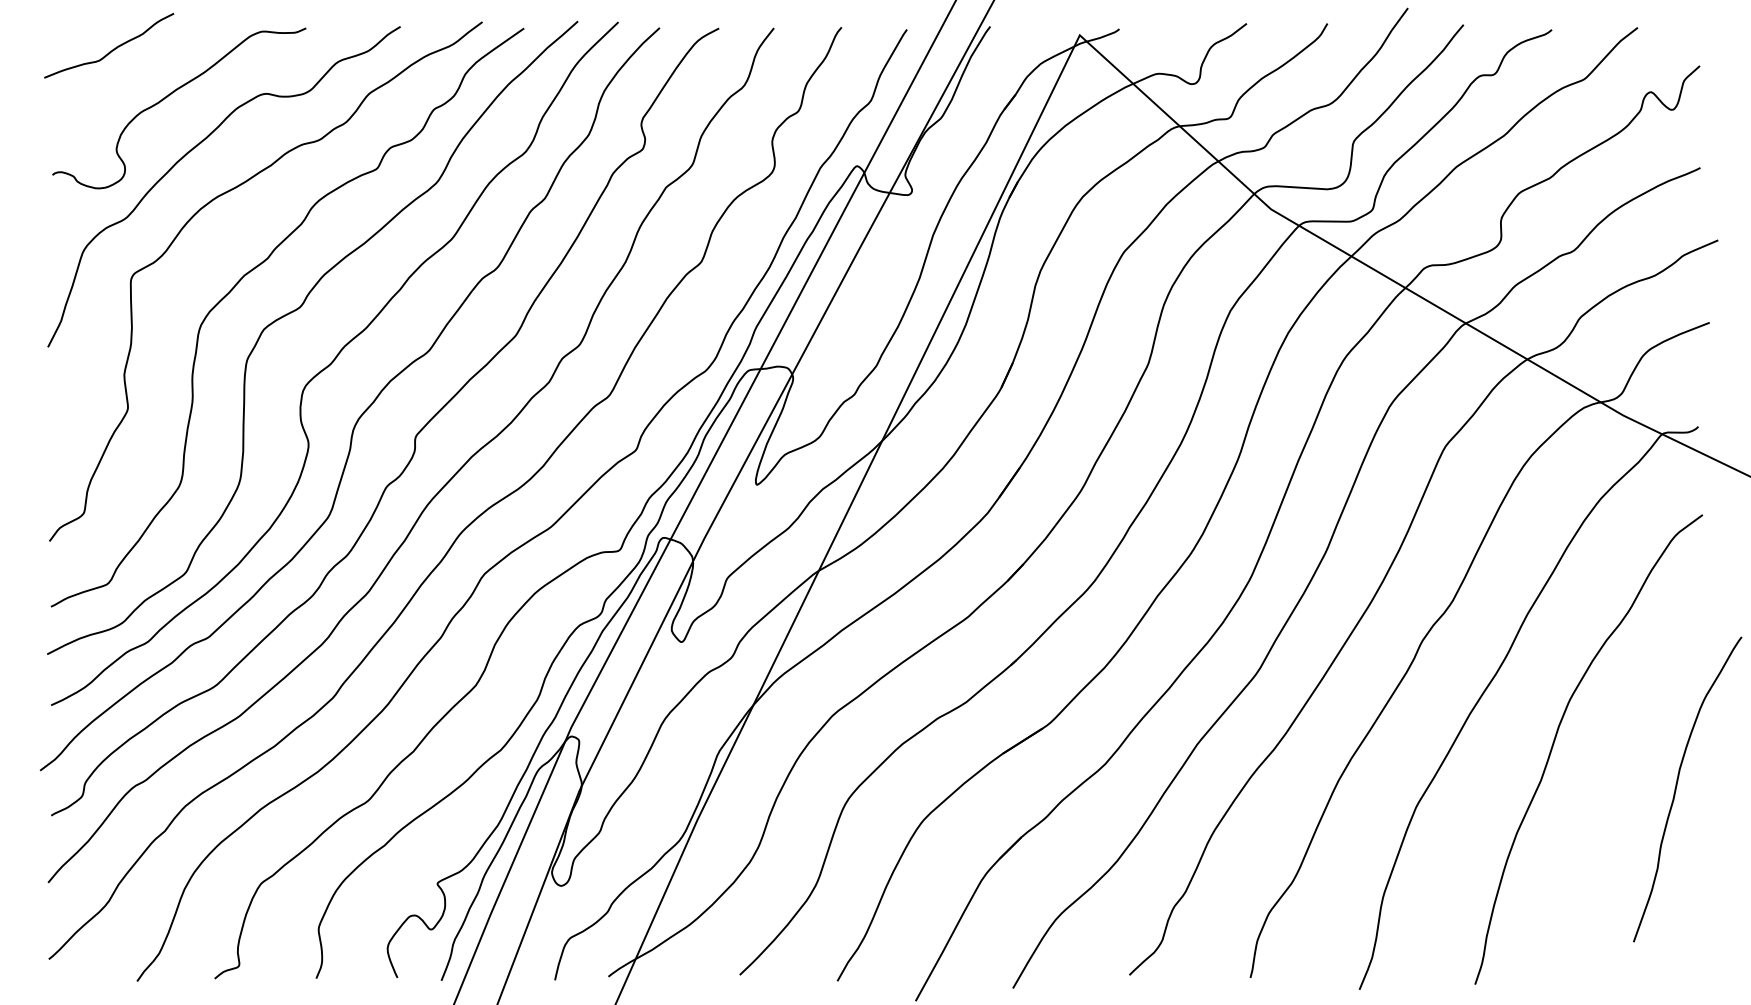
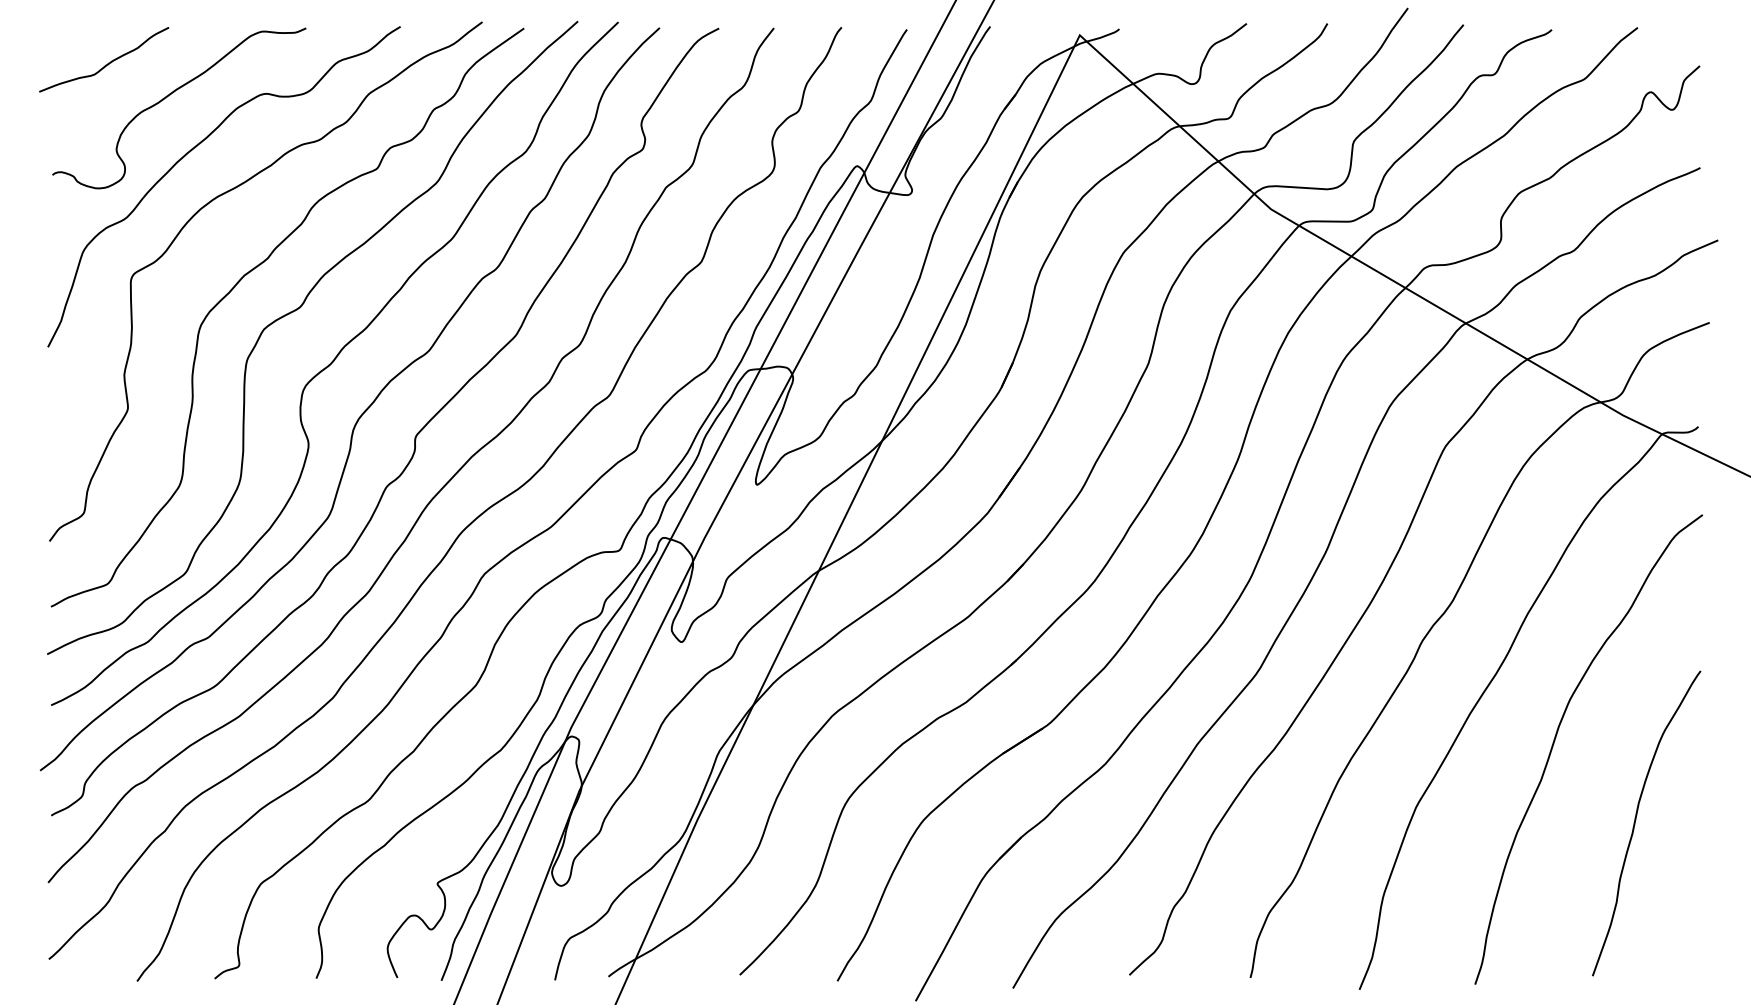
curve at (113, 48) position: (113, 48) -> (108, 62)
curve at (1677, 786) position: (1677, 786) -> (1636, 820)
